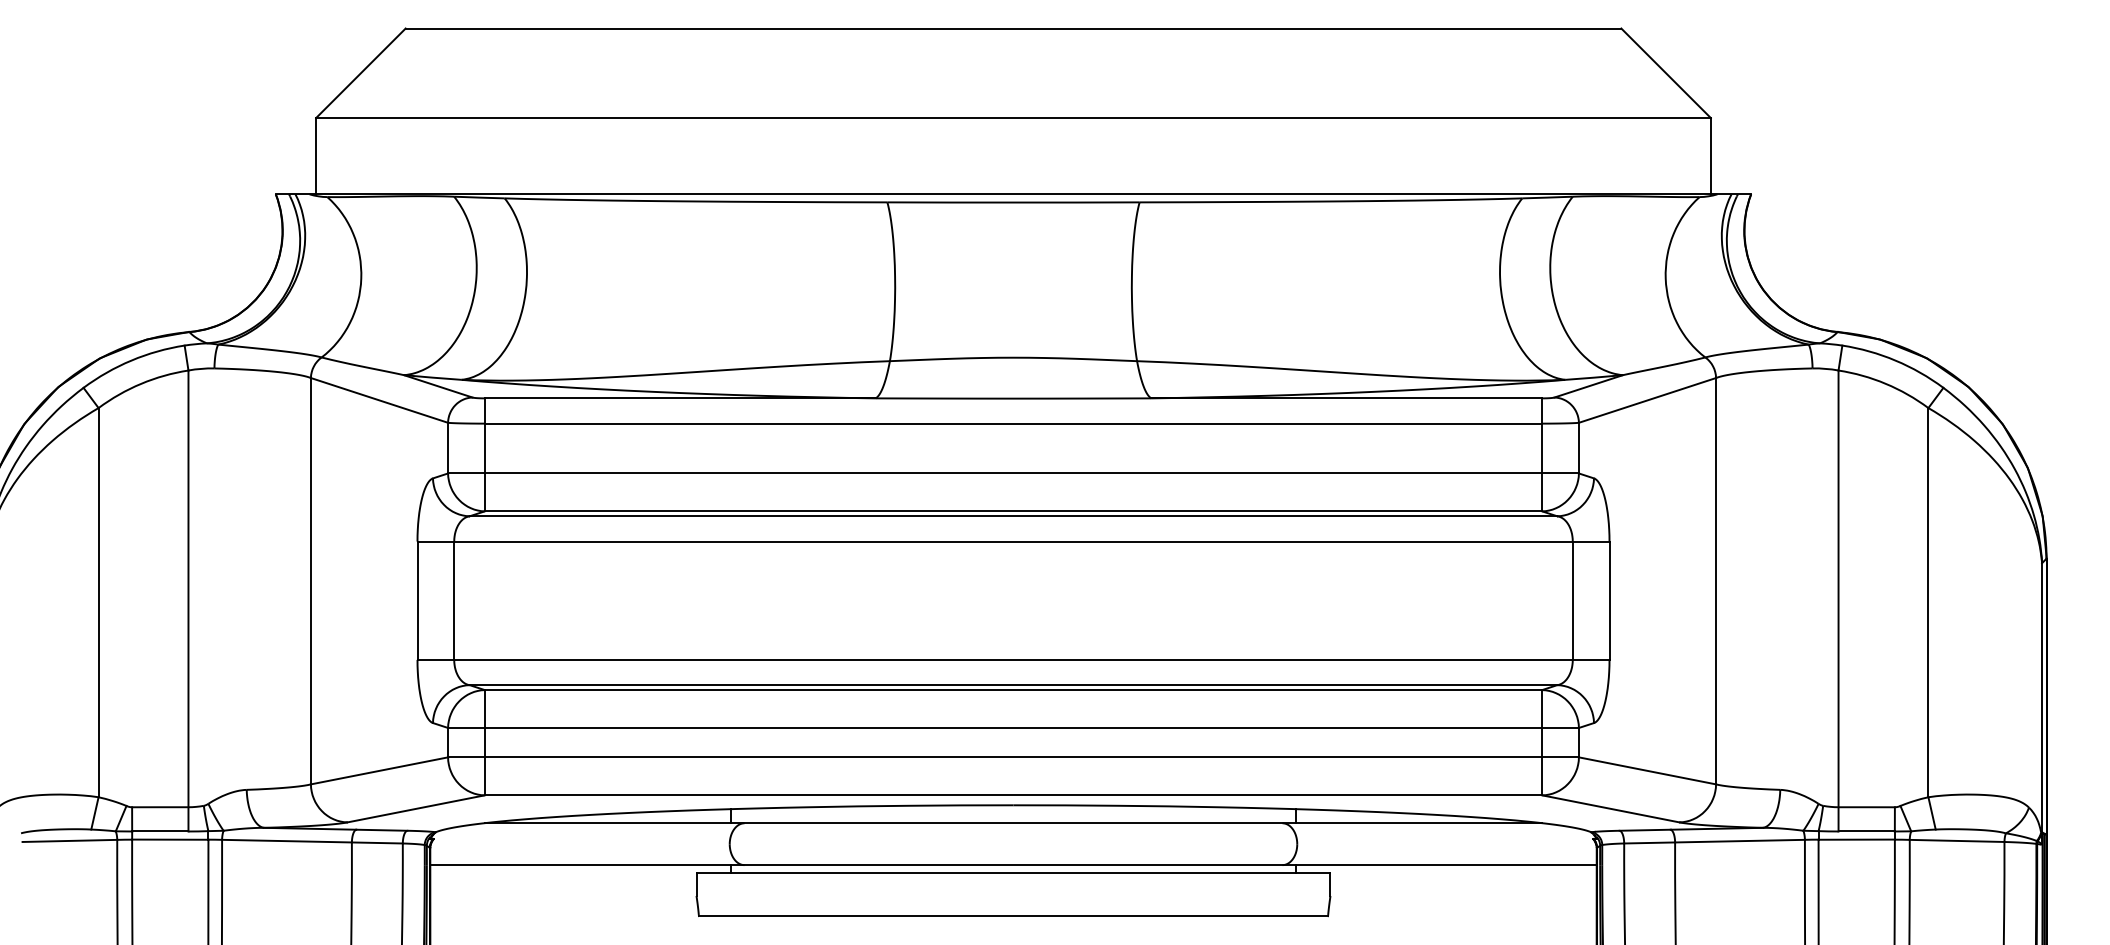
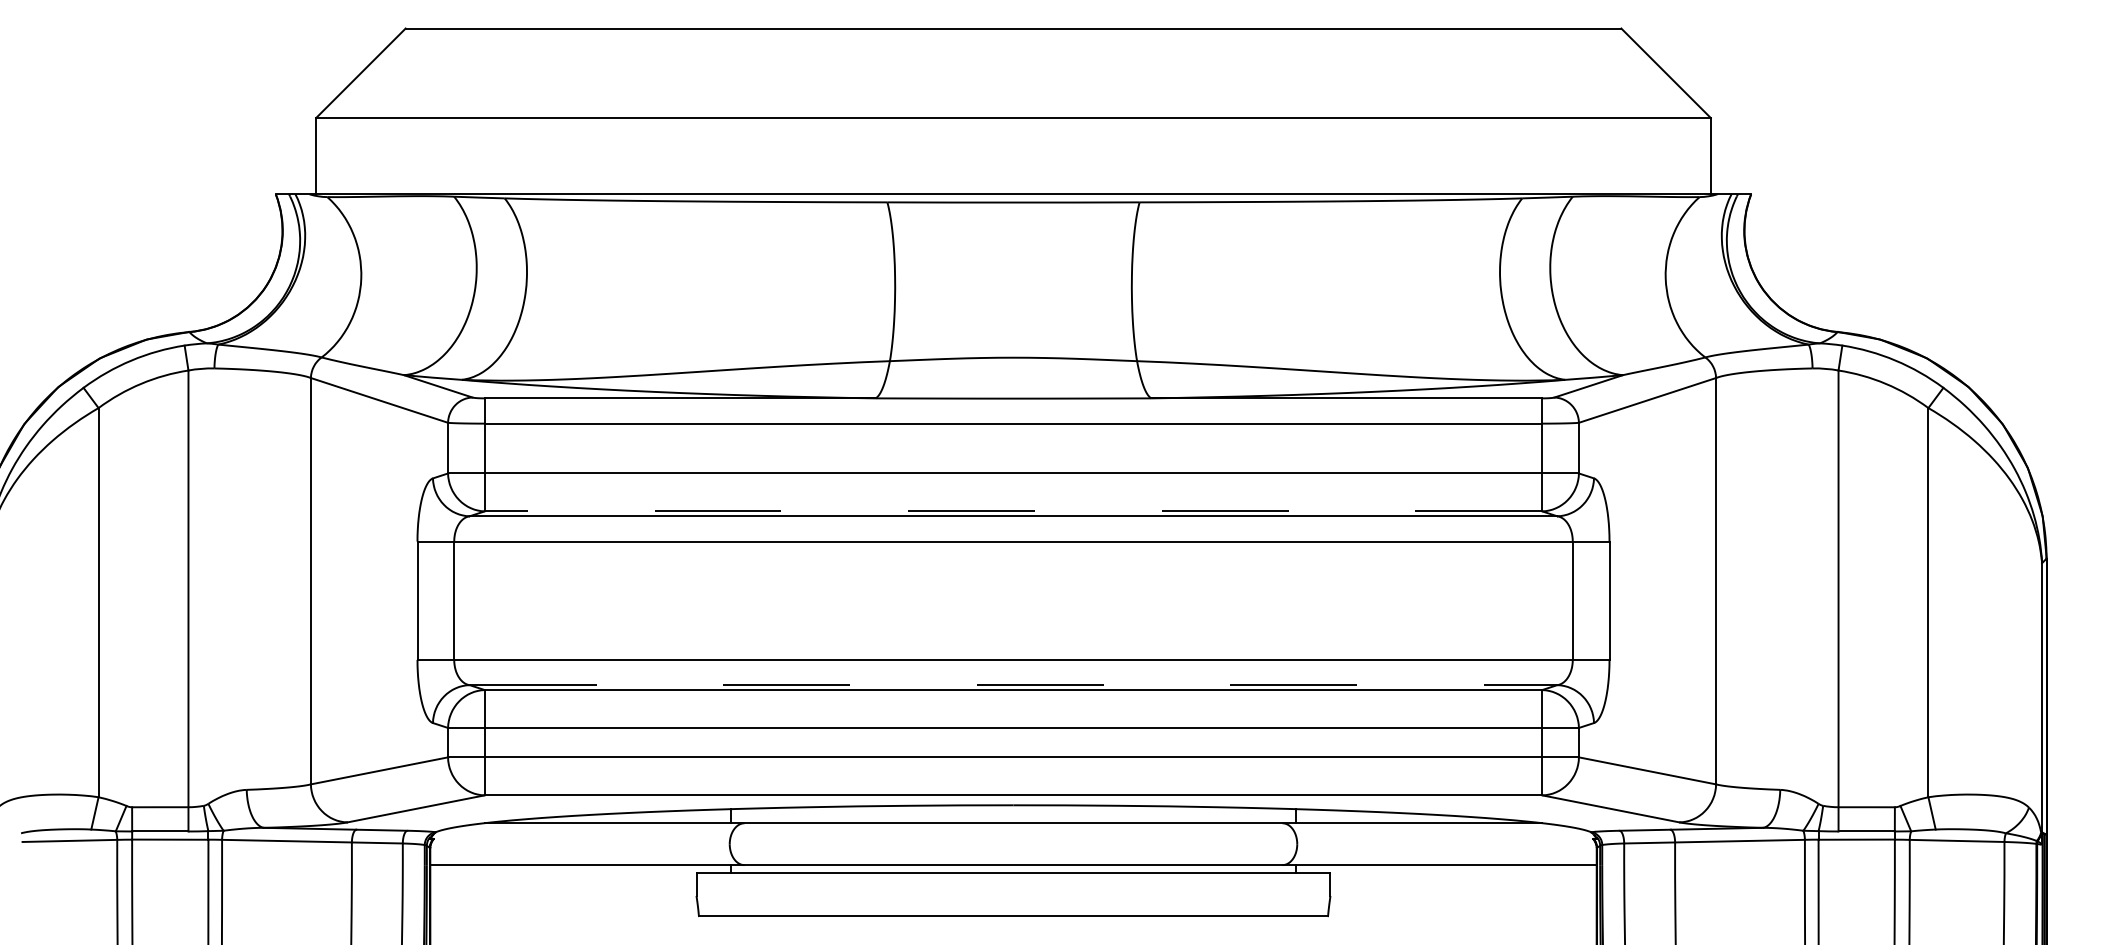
line at (1013, 511): solid -> dashed
line at (1013, 685): solid -> dashed
